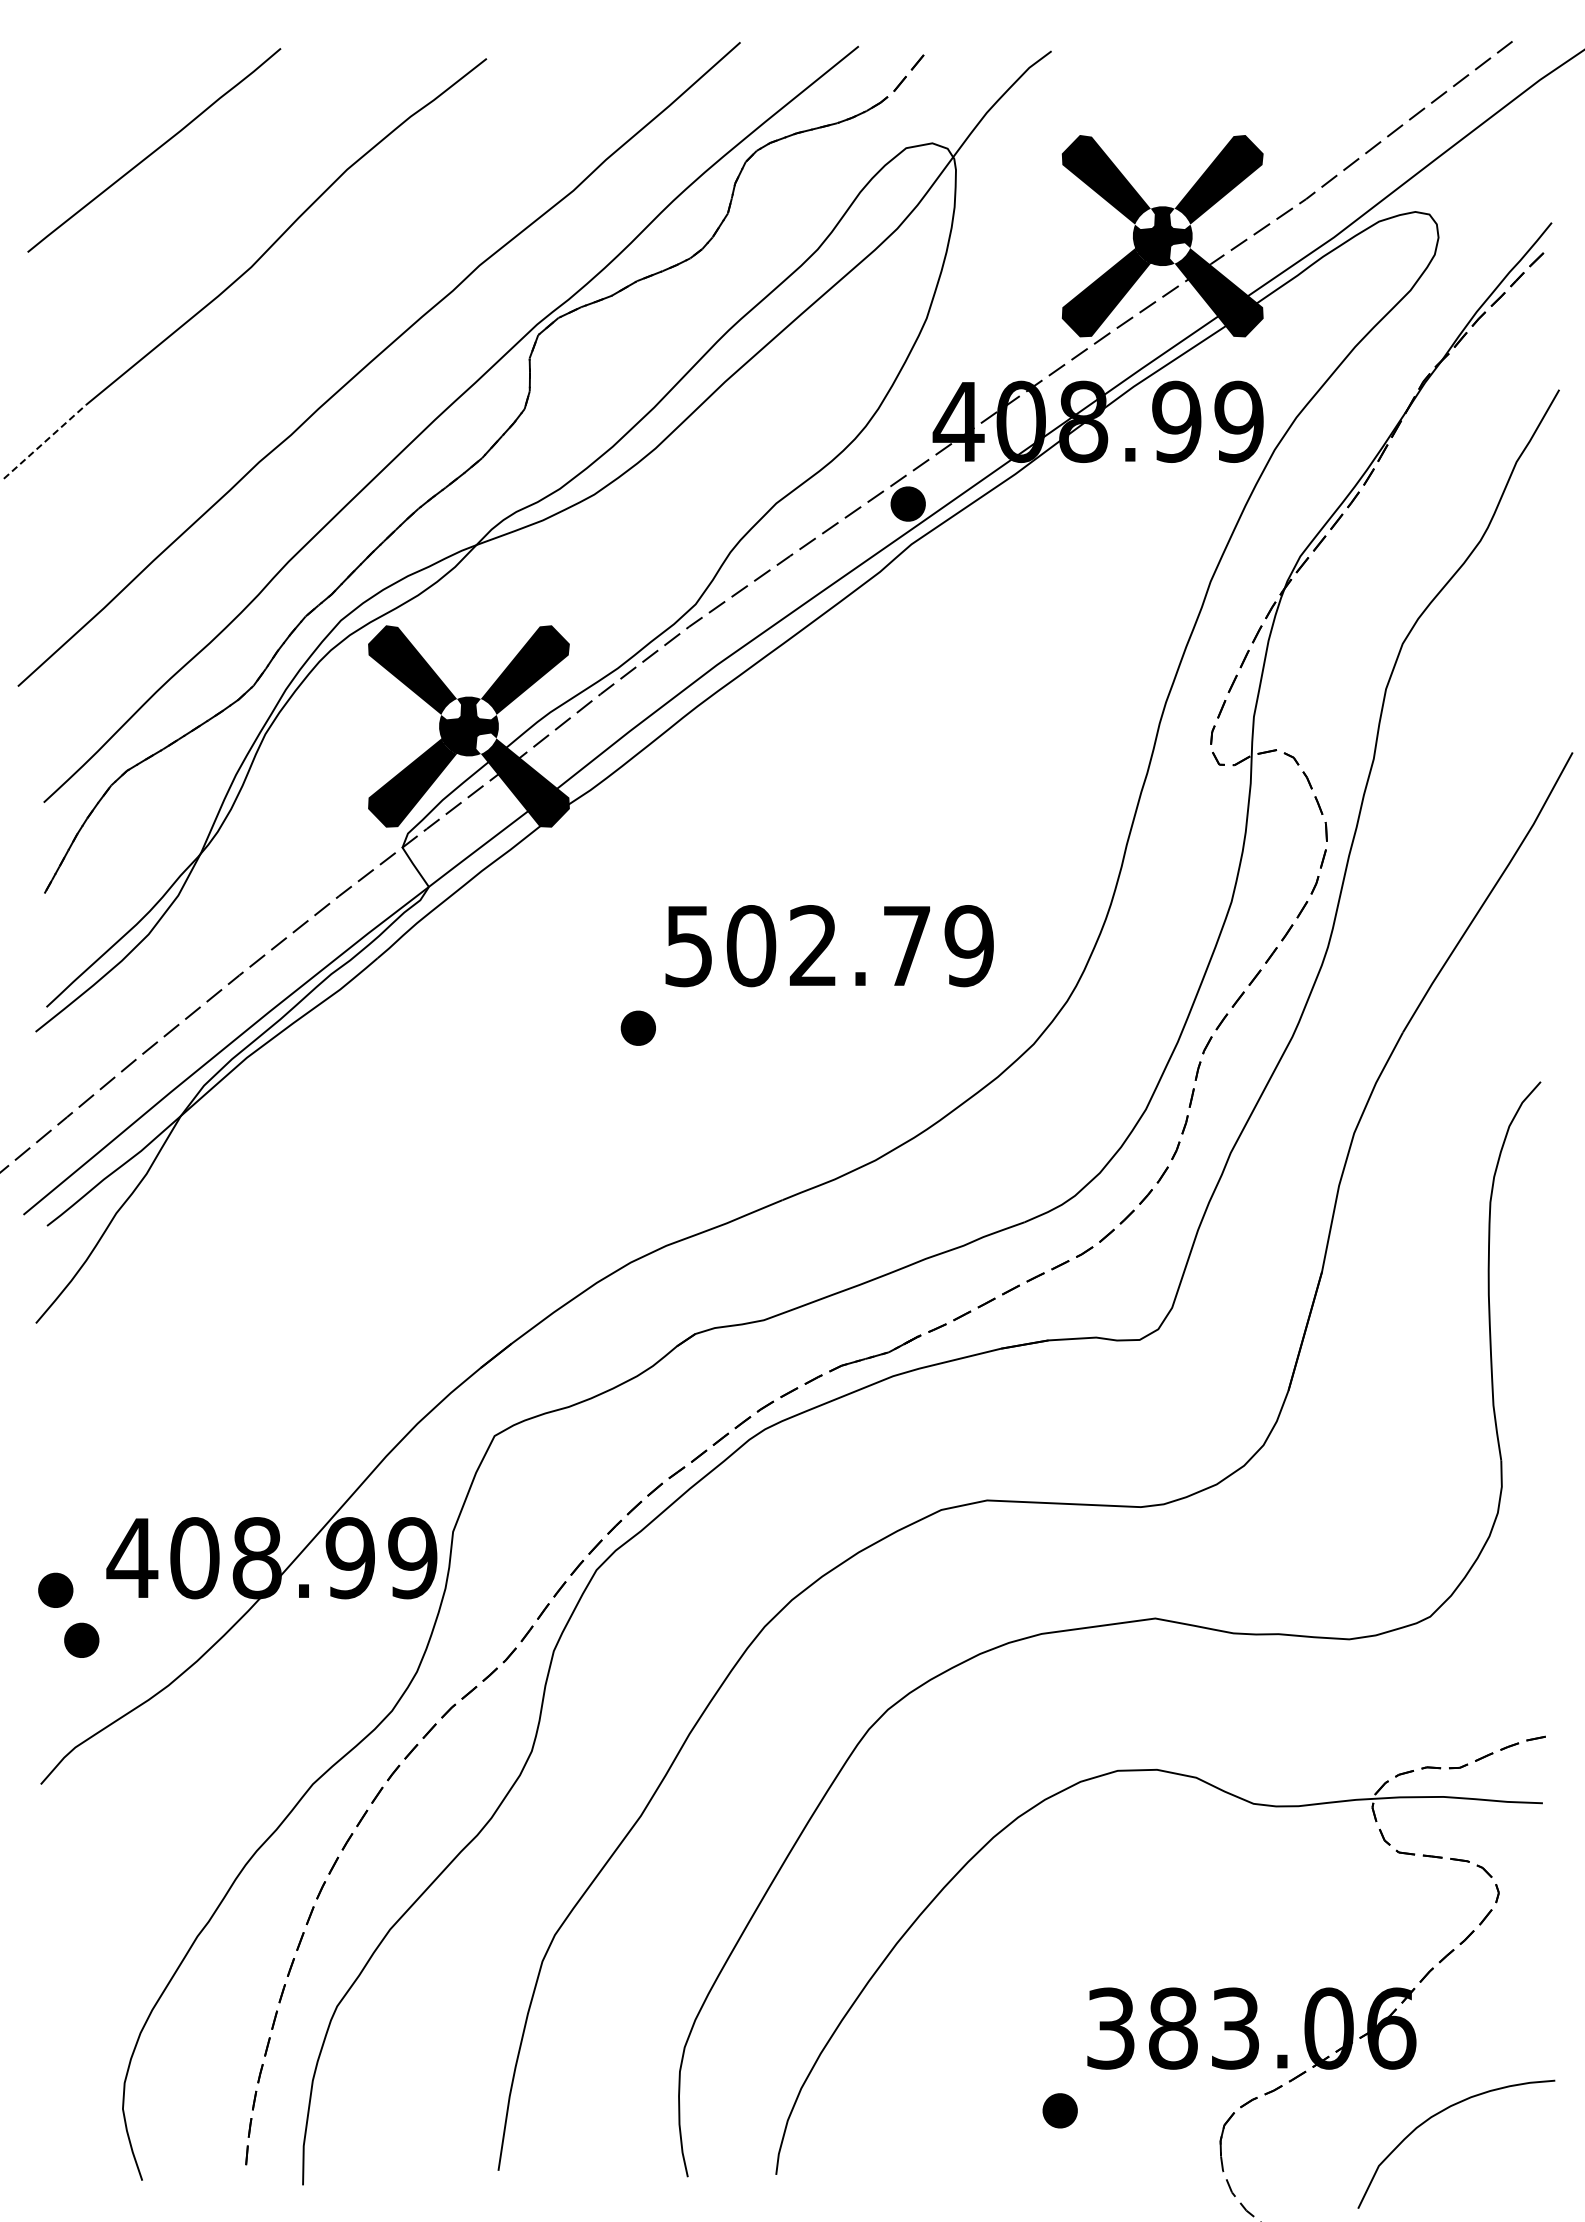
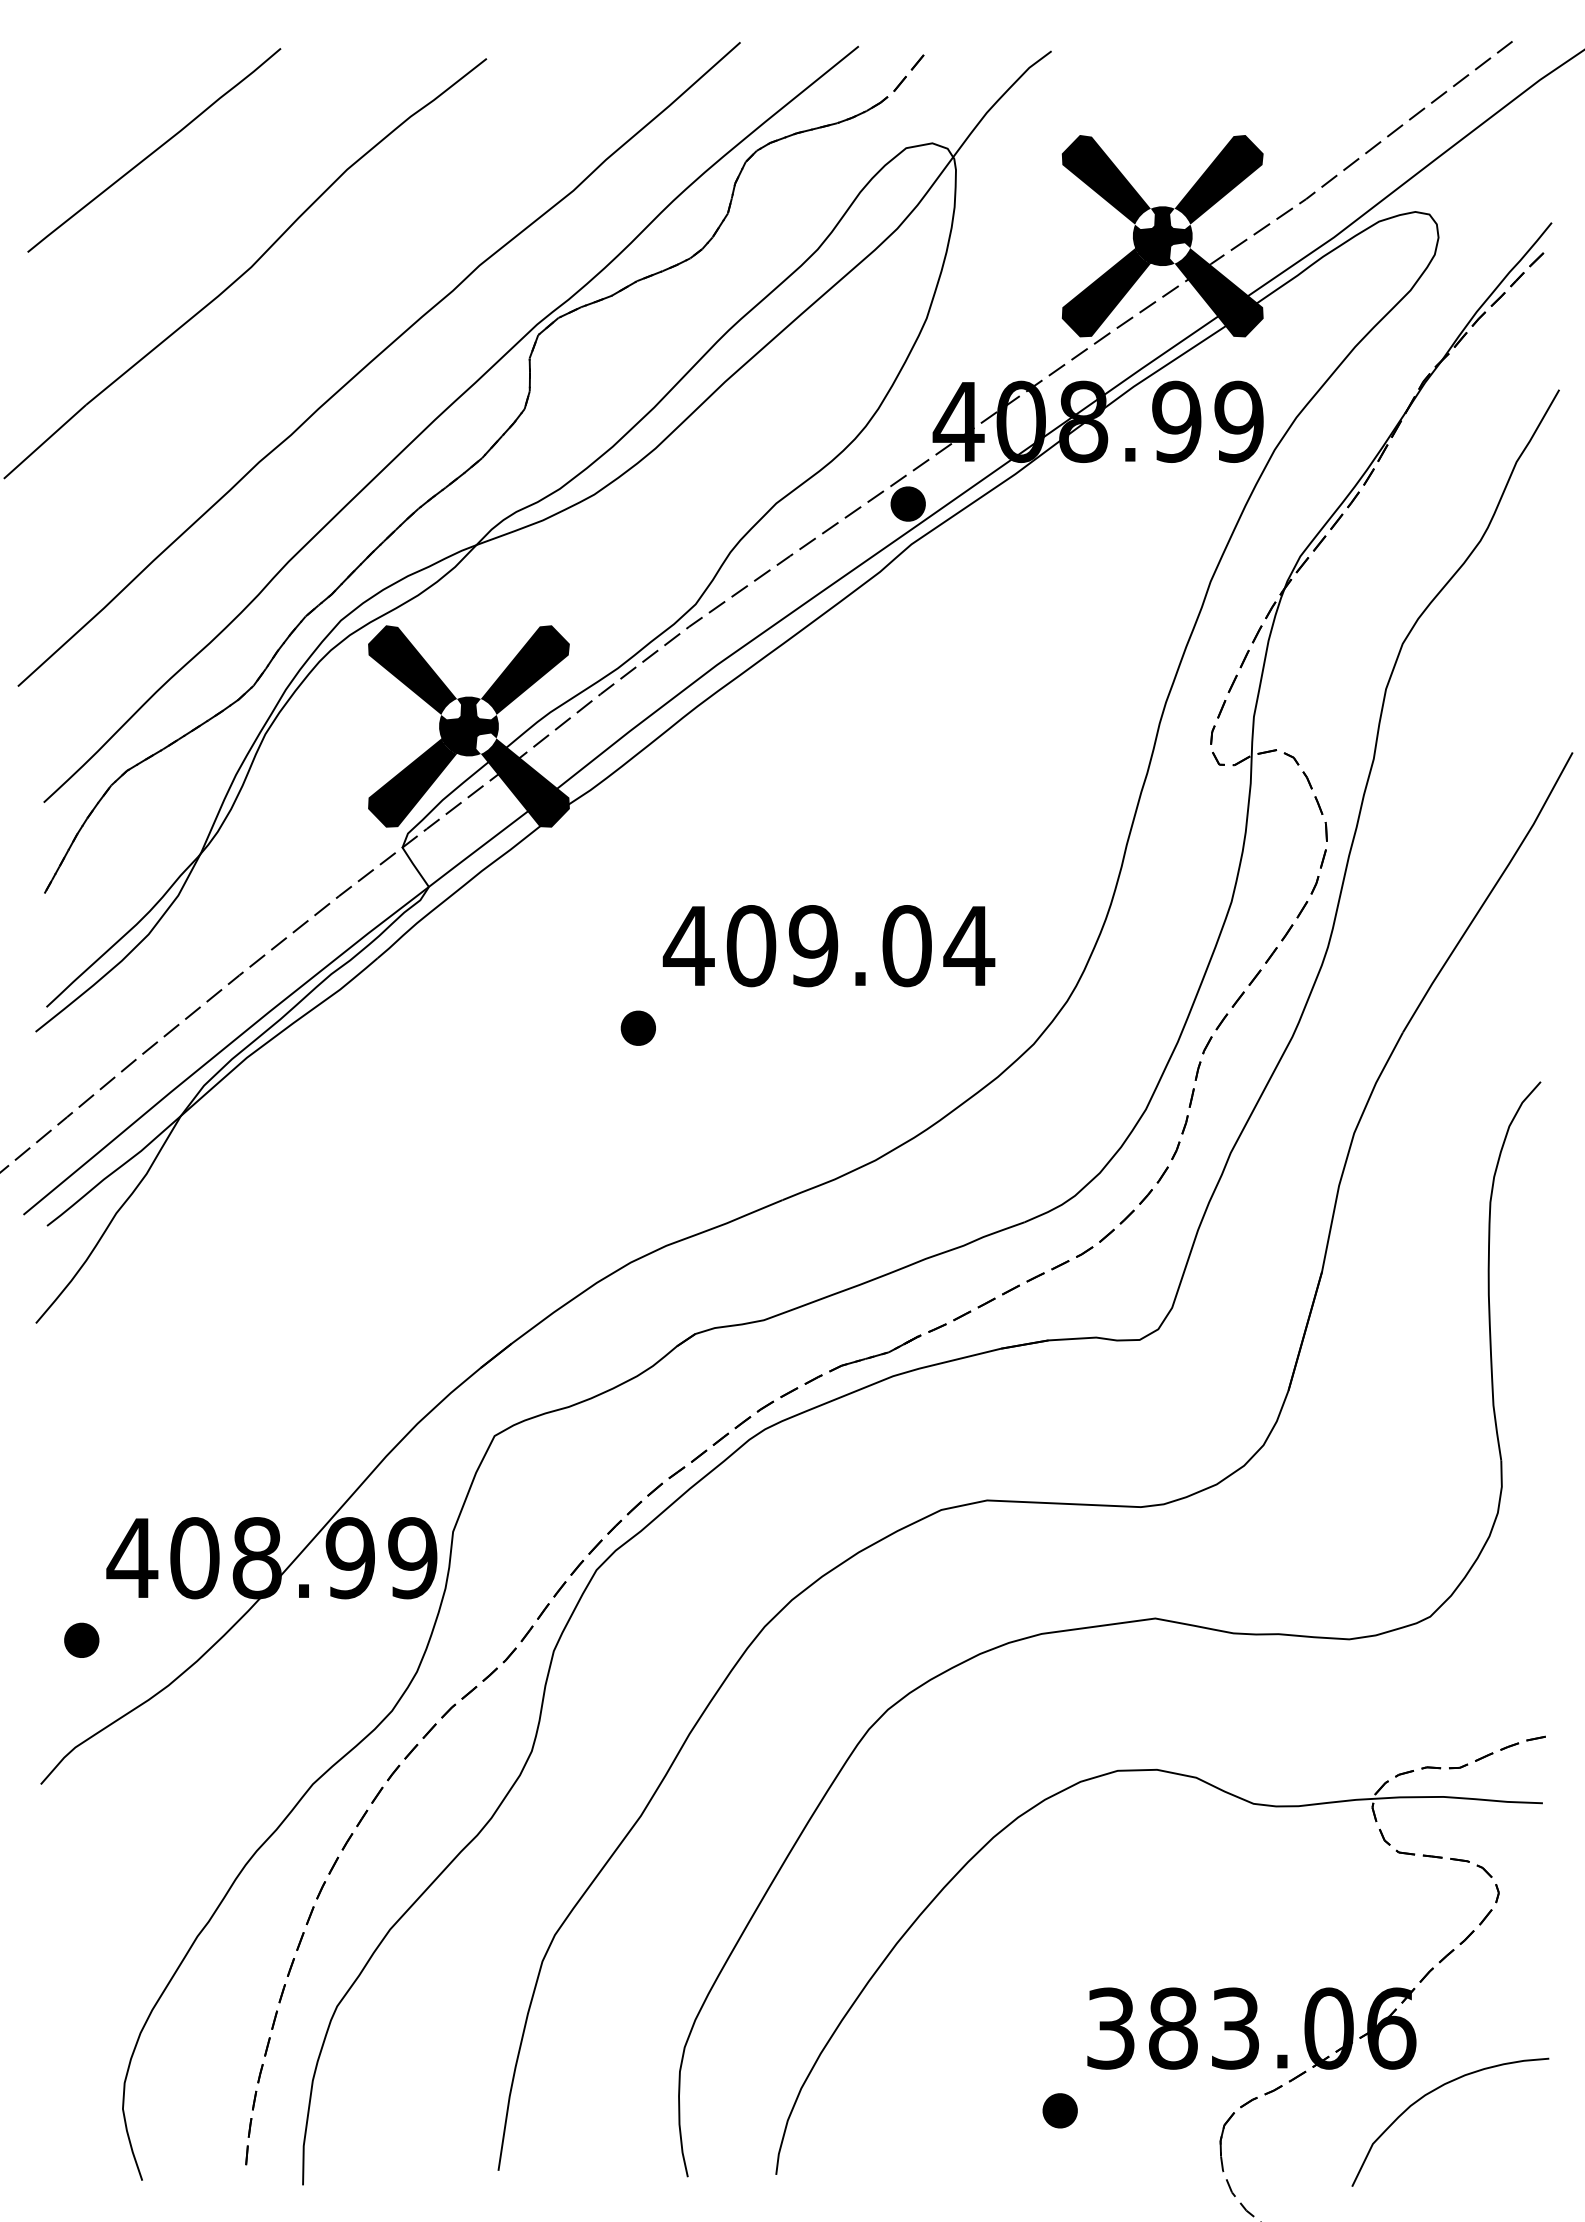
line at (45, 441): dashed -> solid
text at (828, 946): 502.79 -> 409.04
part at (55, 1589): present -> none
curve at (1440, 2113) position: (1440, 2113) -> (1434, 2091)
